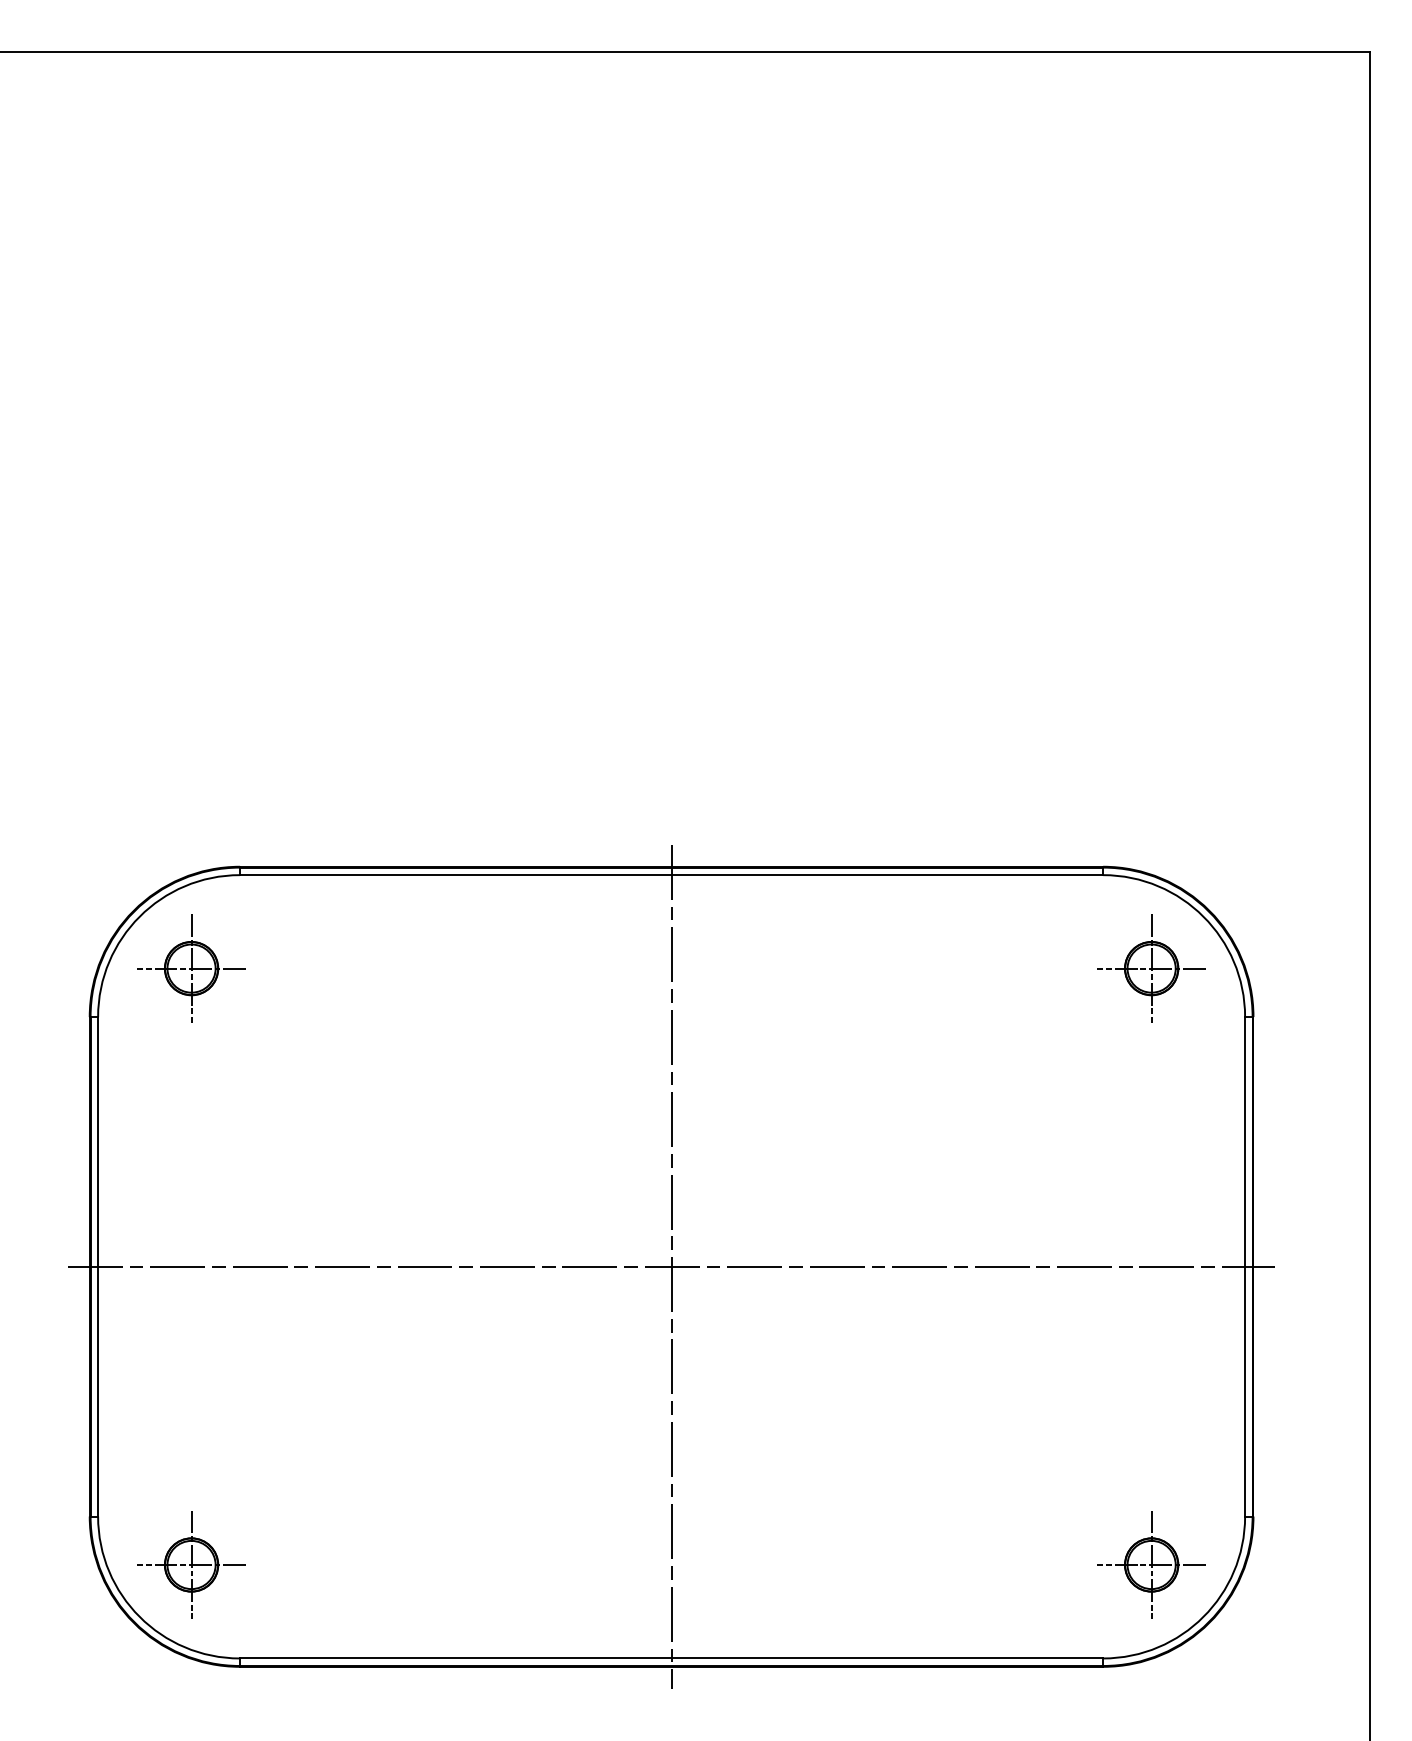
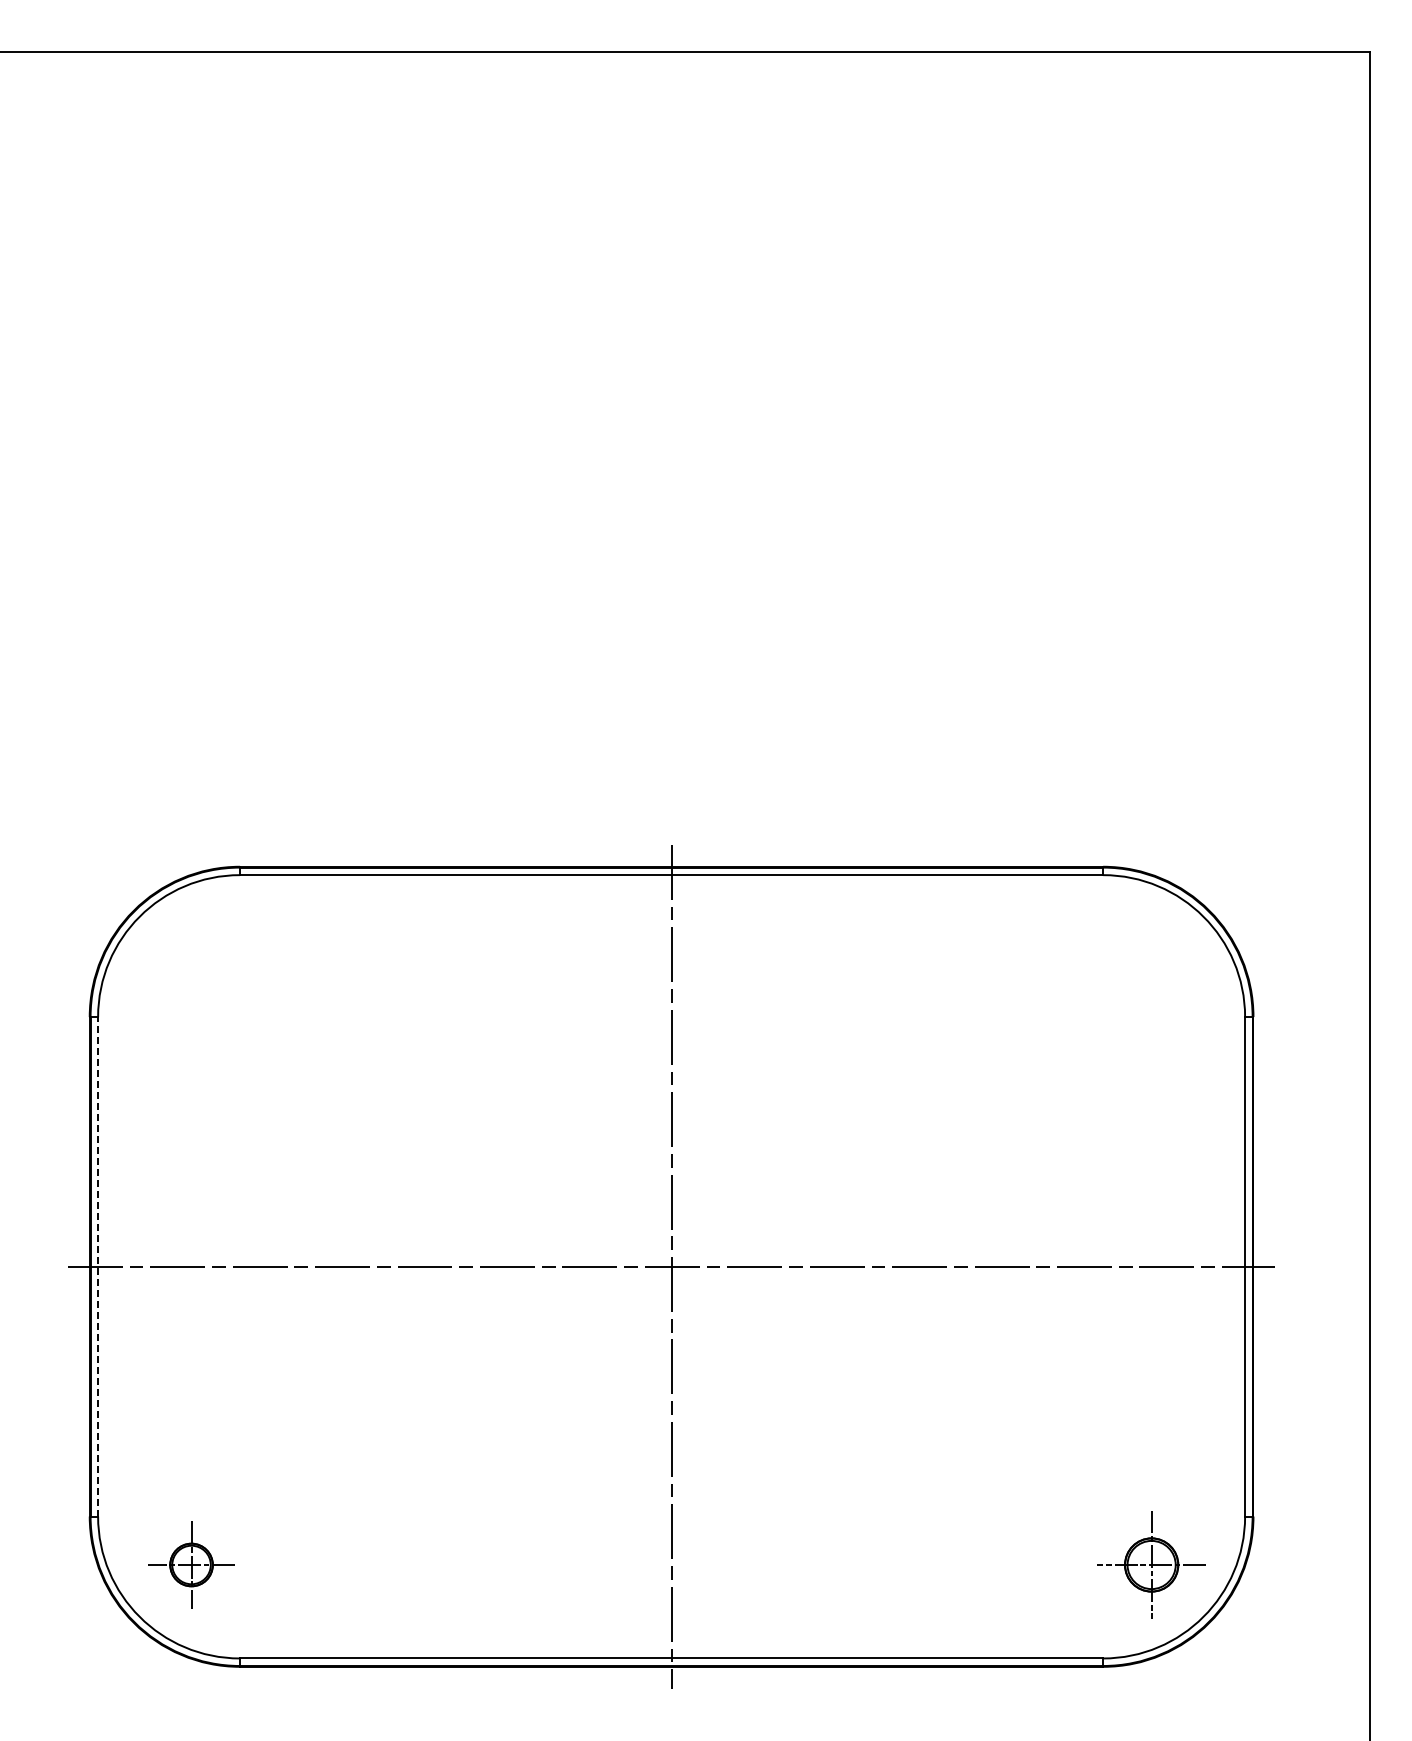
part at (191, 968): present -> none
part at (1151, 968): present -> none
line at (98, 1266): solid -> dashed
part at (191, 1564) size: 109x108 px -> 87x88 px
